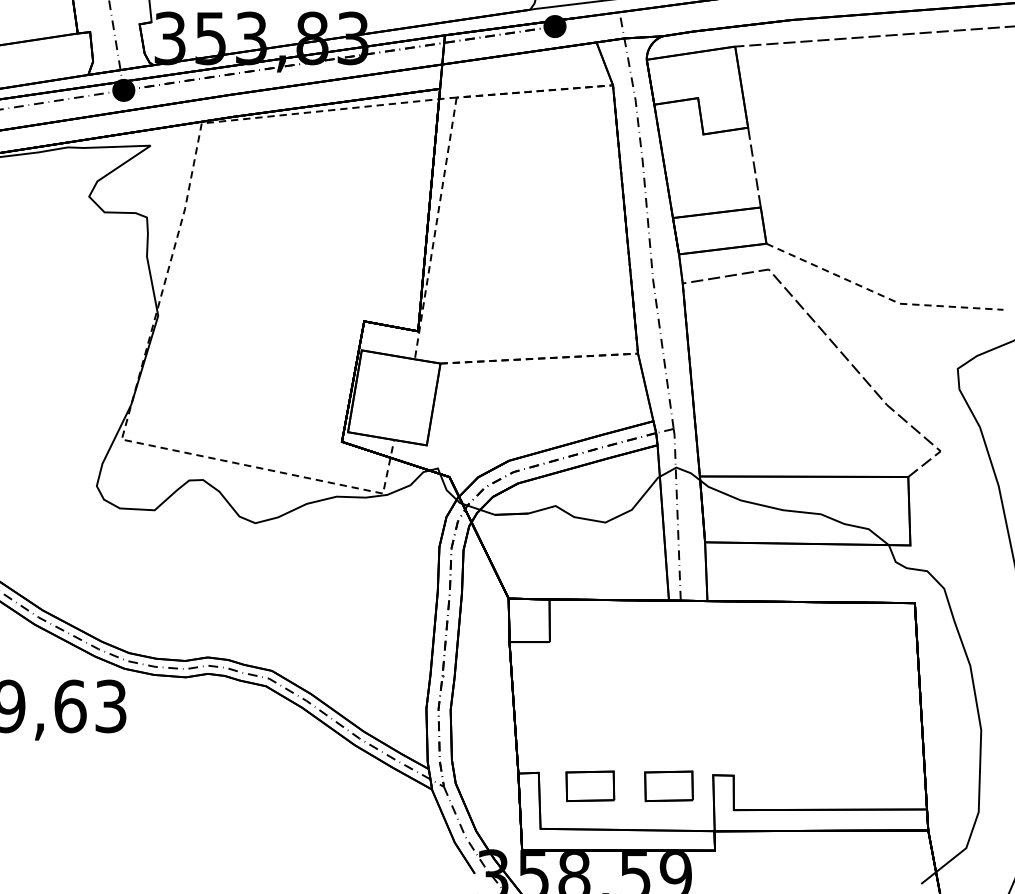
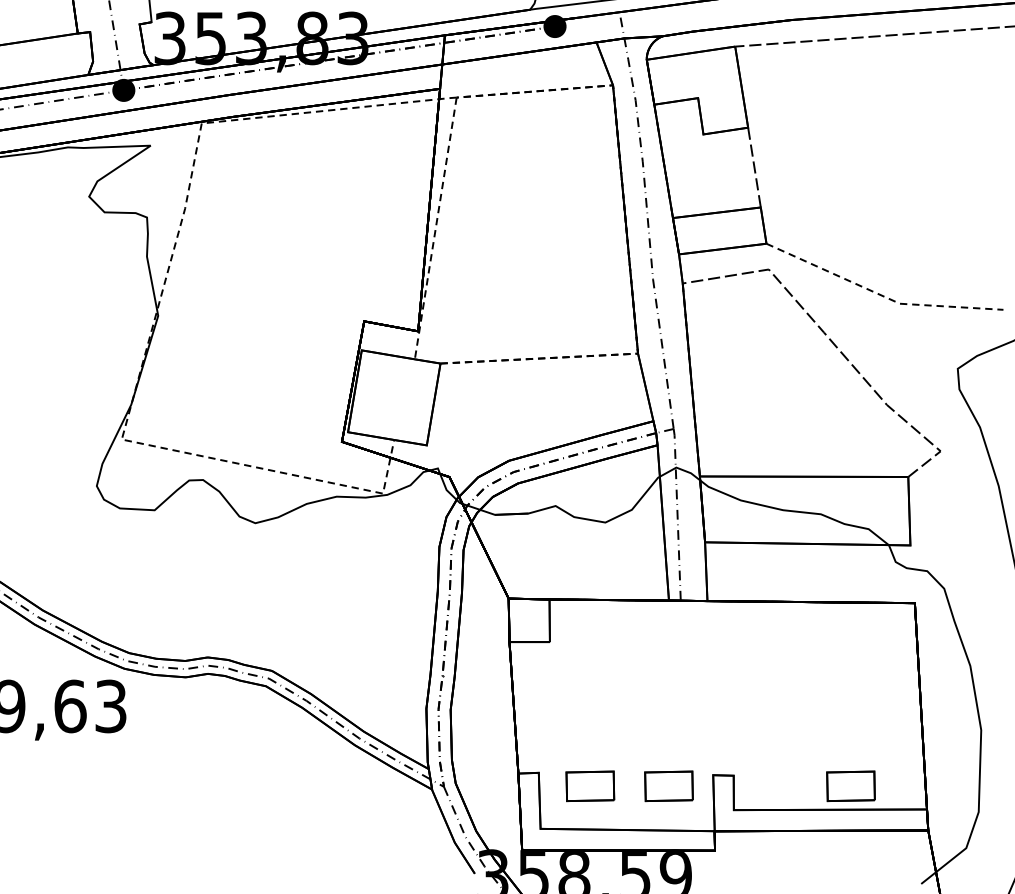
part at (850, 786): none -> present
